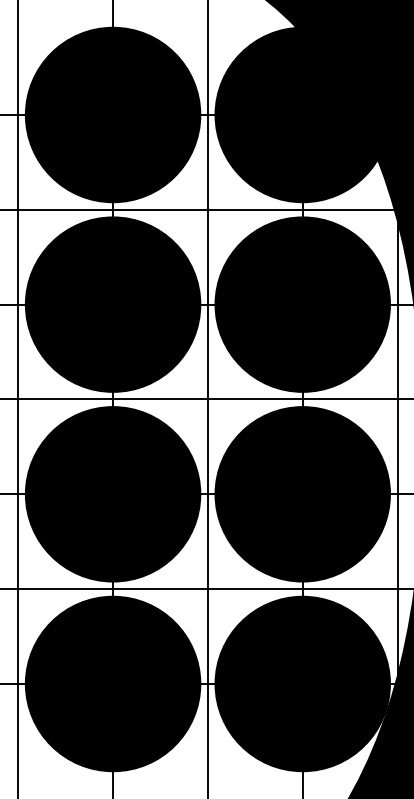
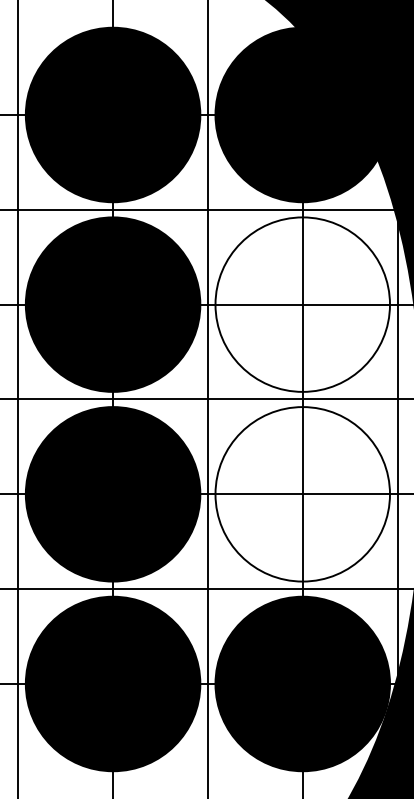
fill at (302, 304): present -> none
fill at (302, 494): present -> none
